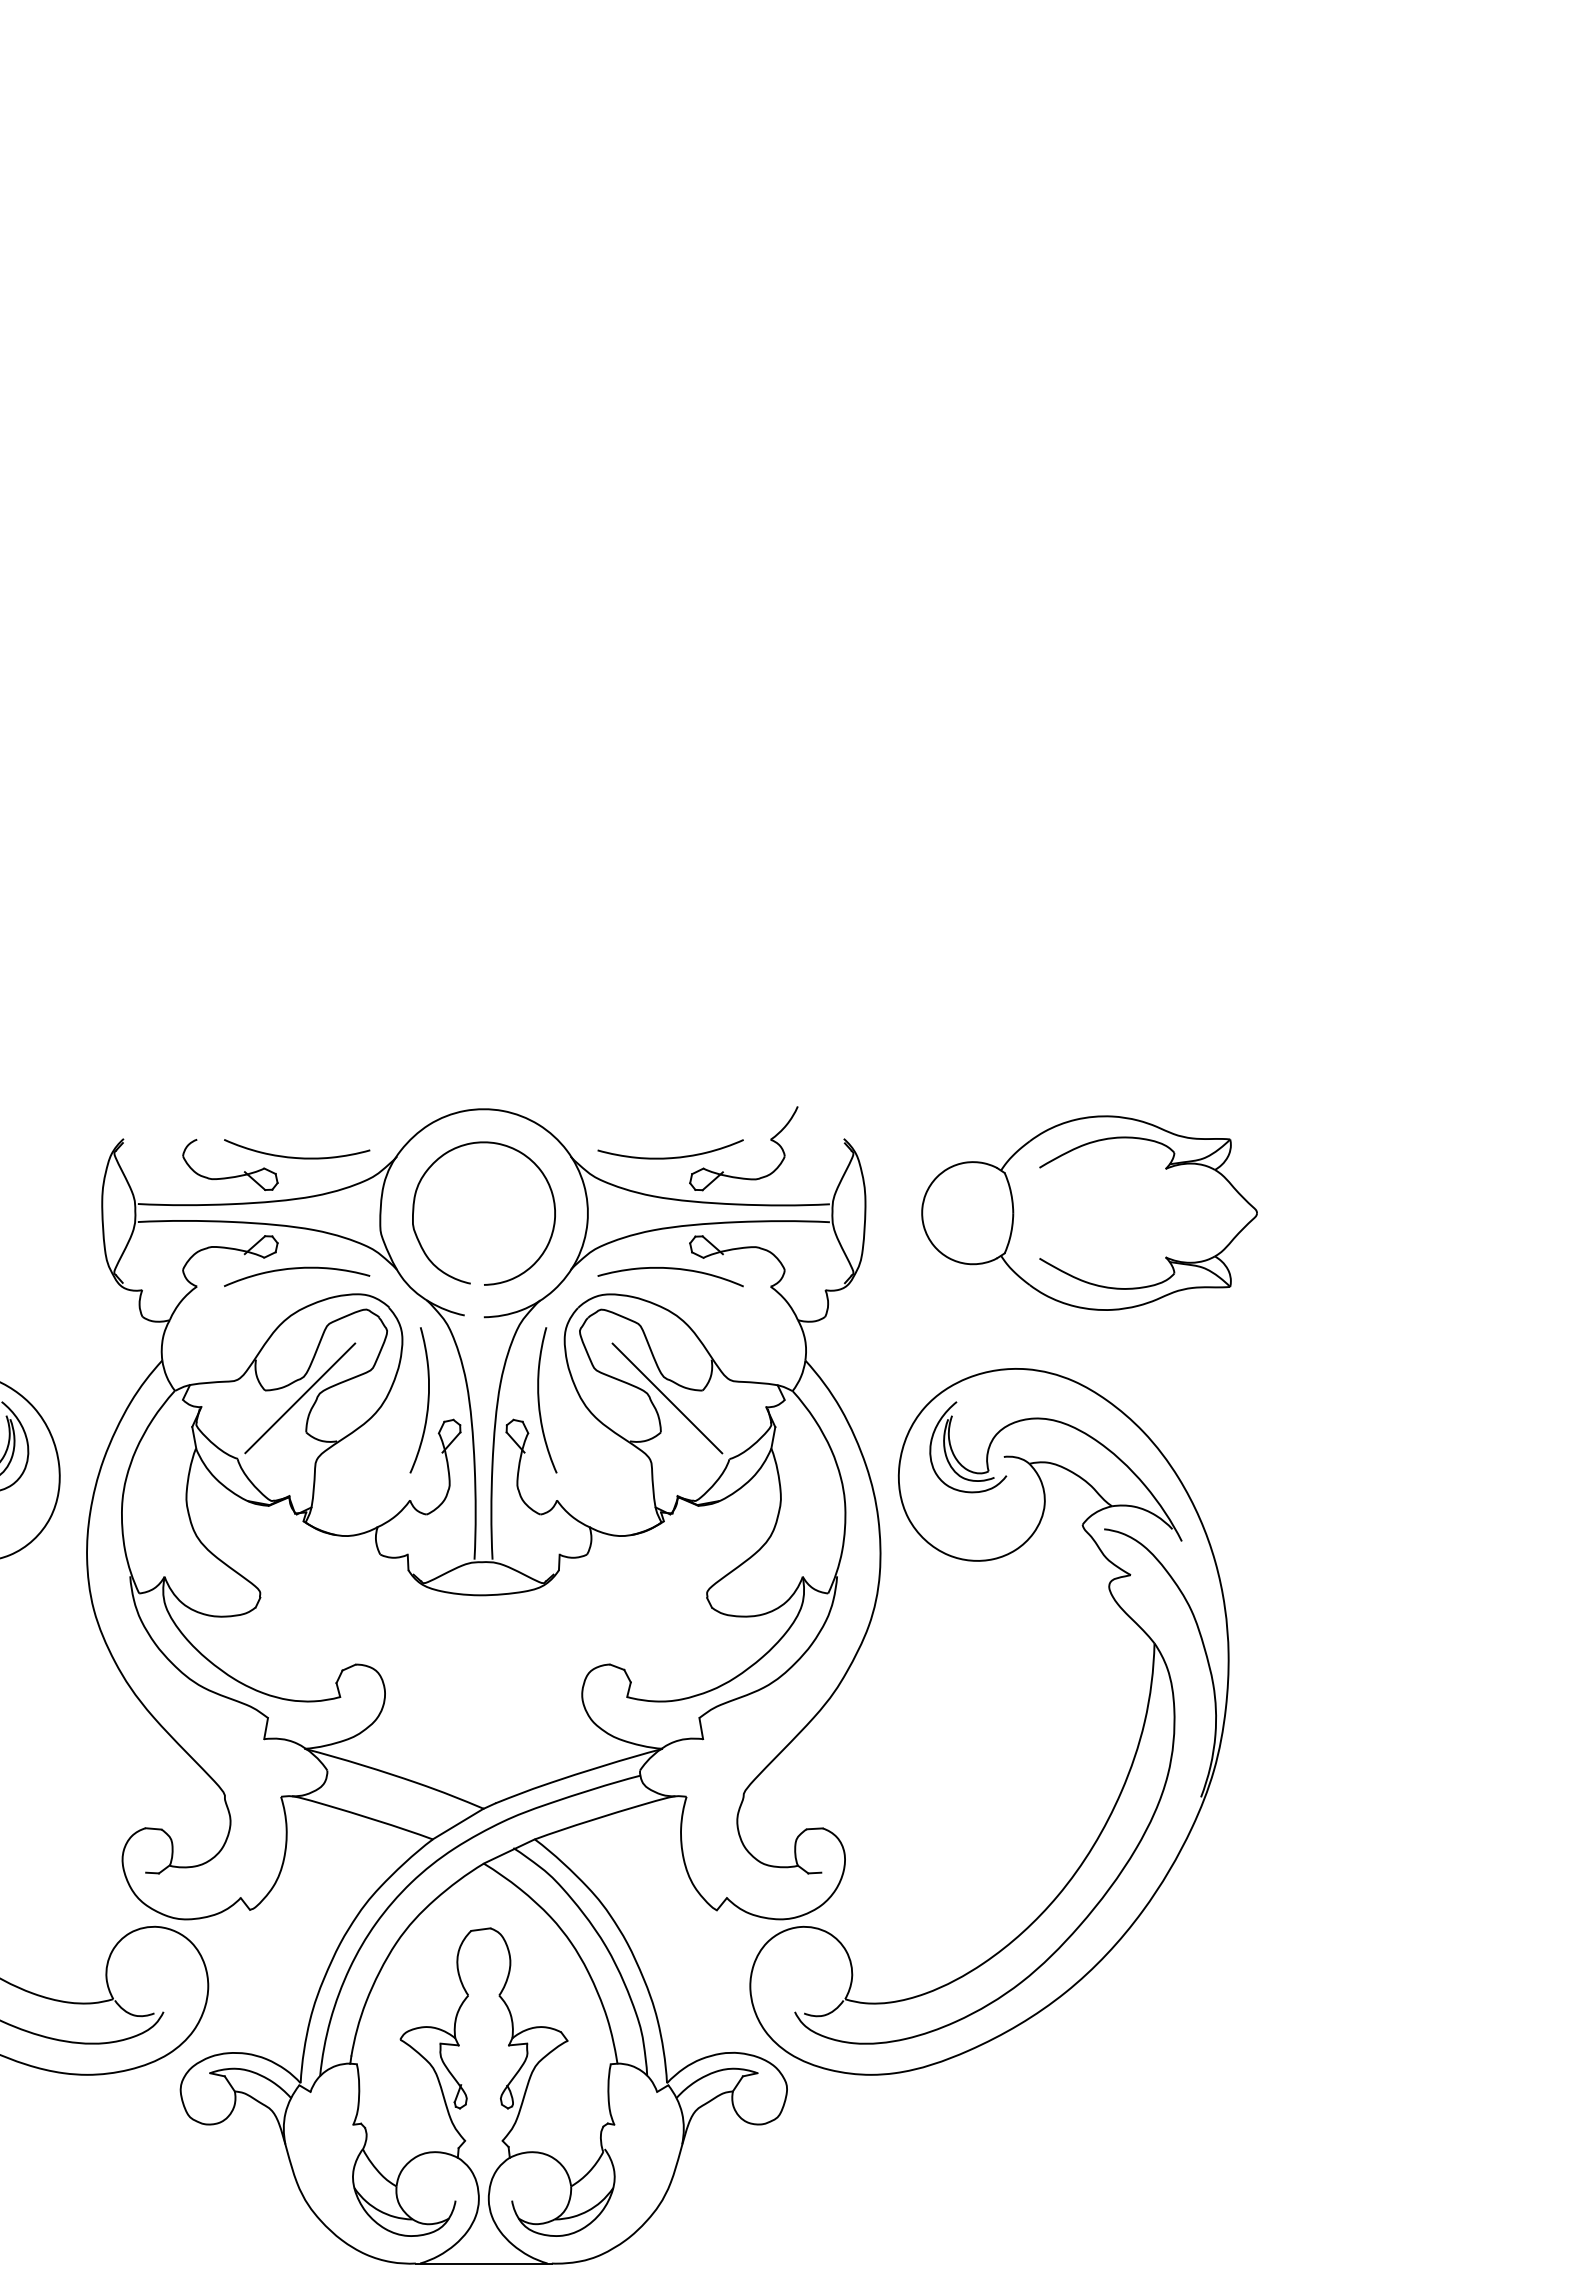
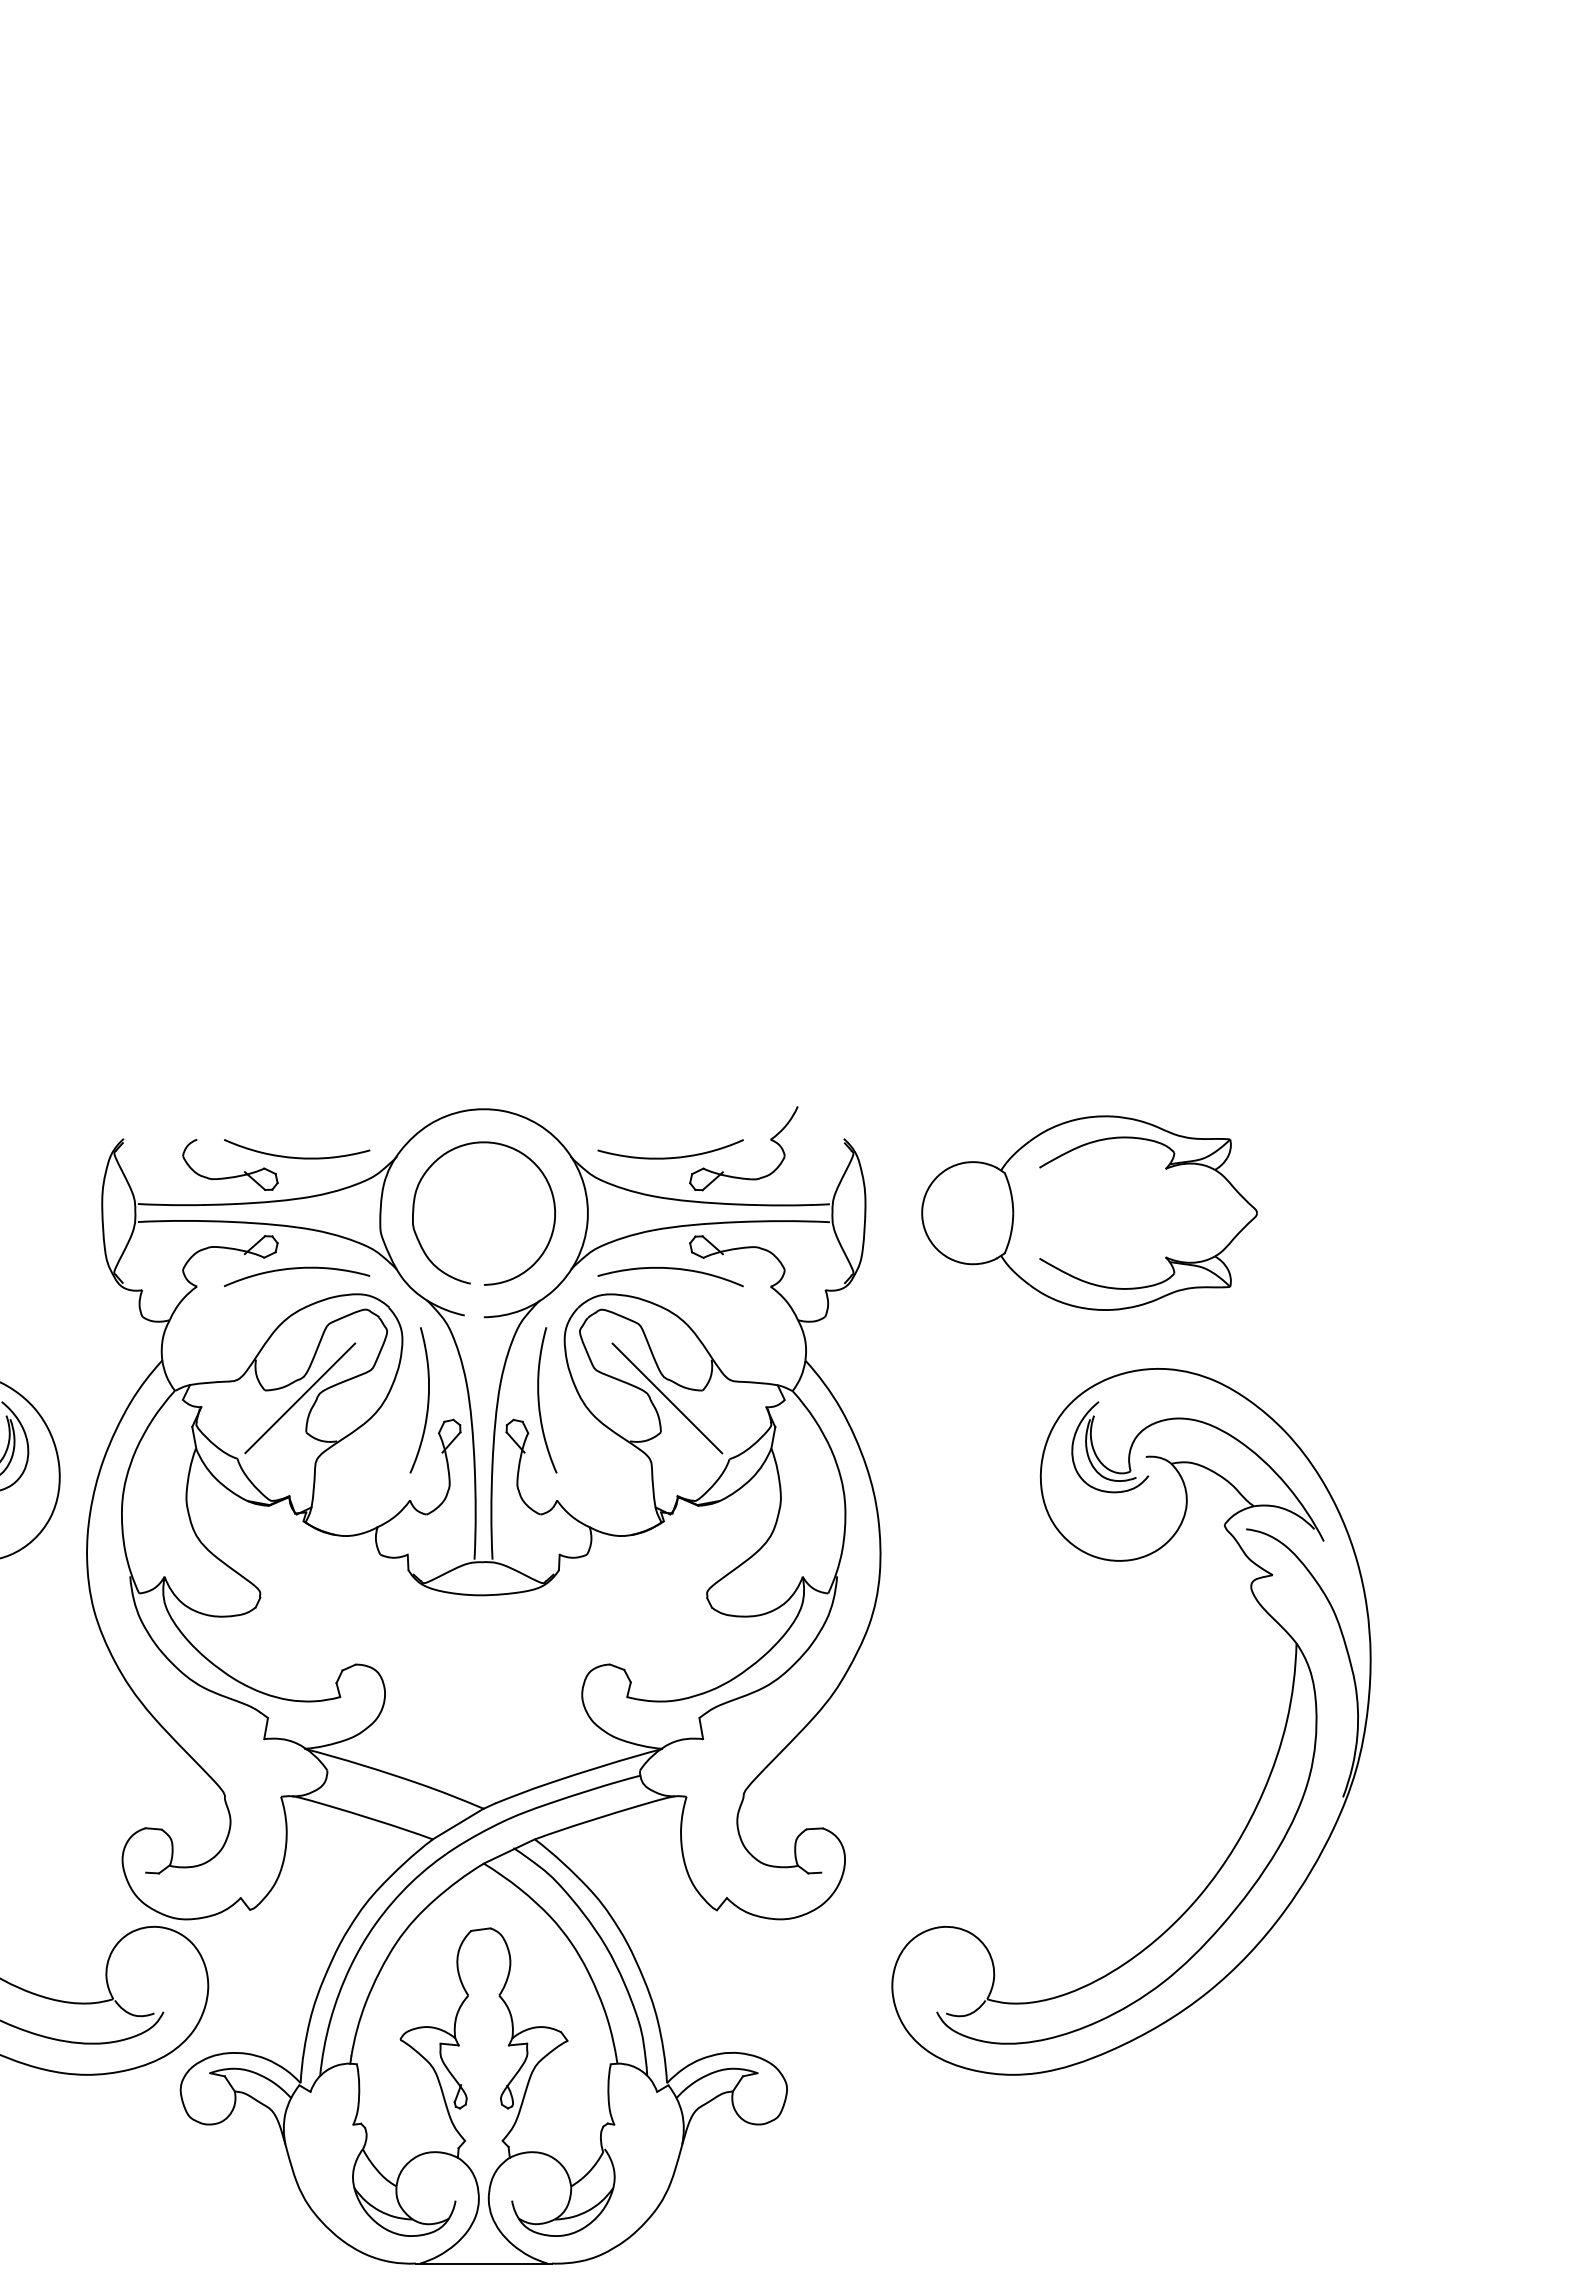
part at (1125, 1778) position: (1125, 1778) -> (1267, 1778)
